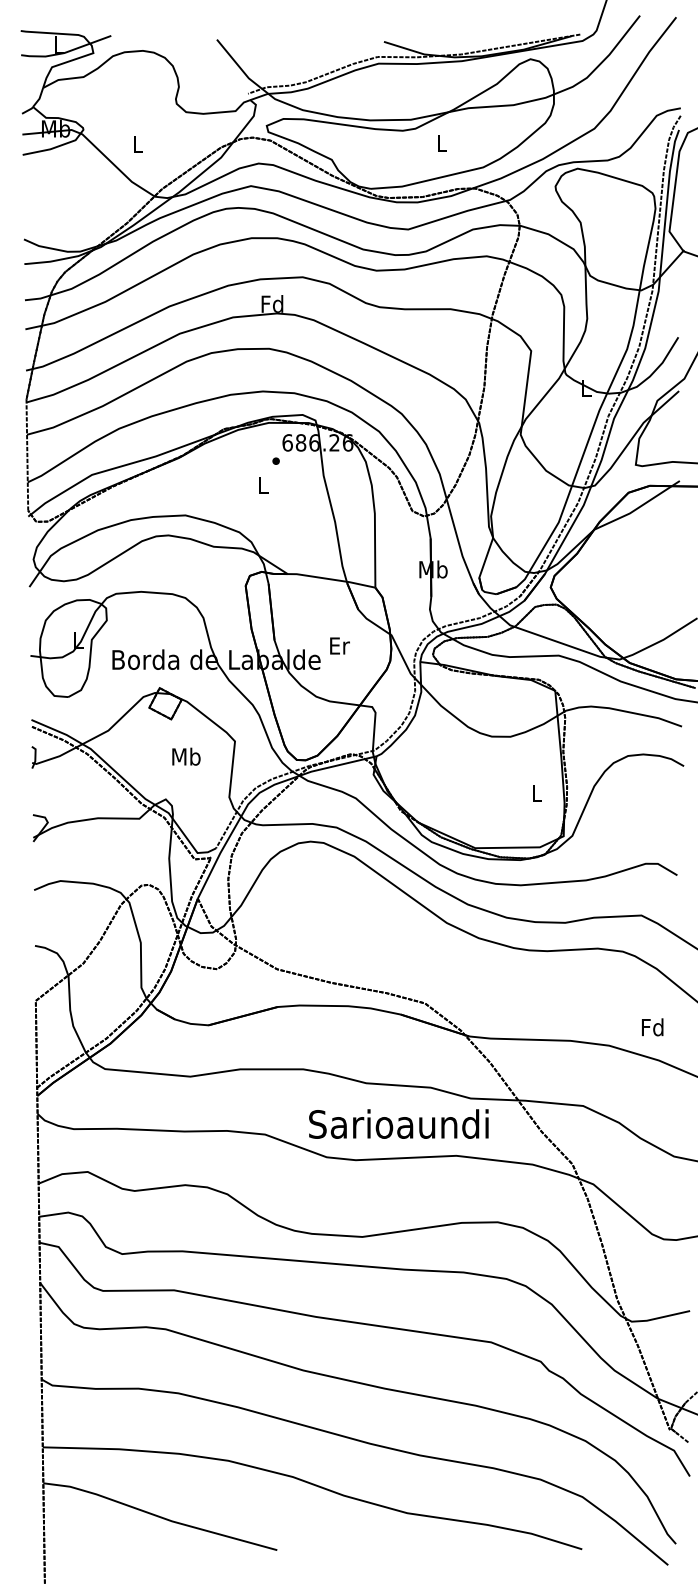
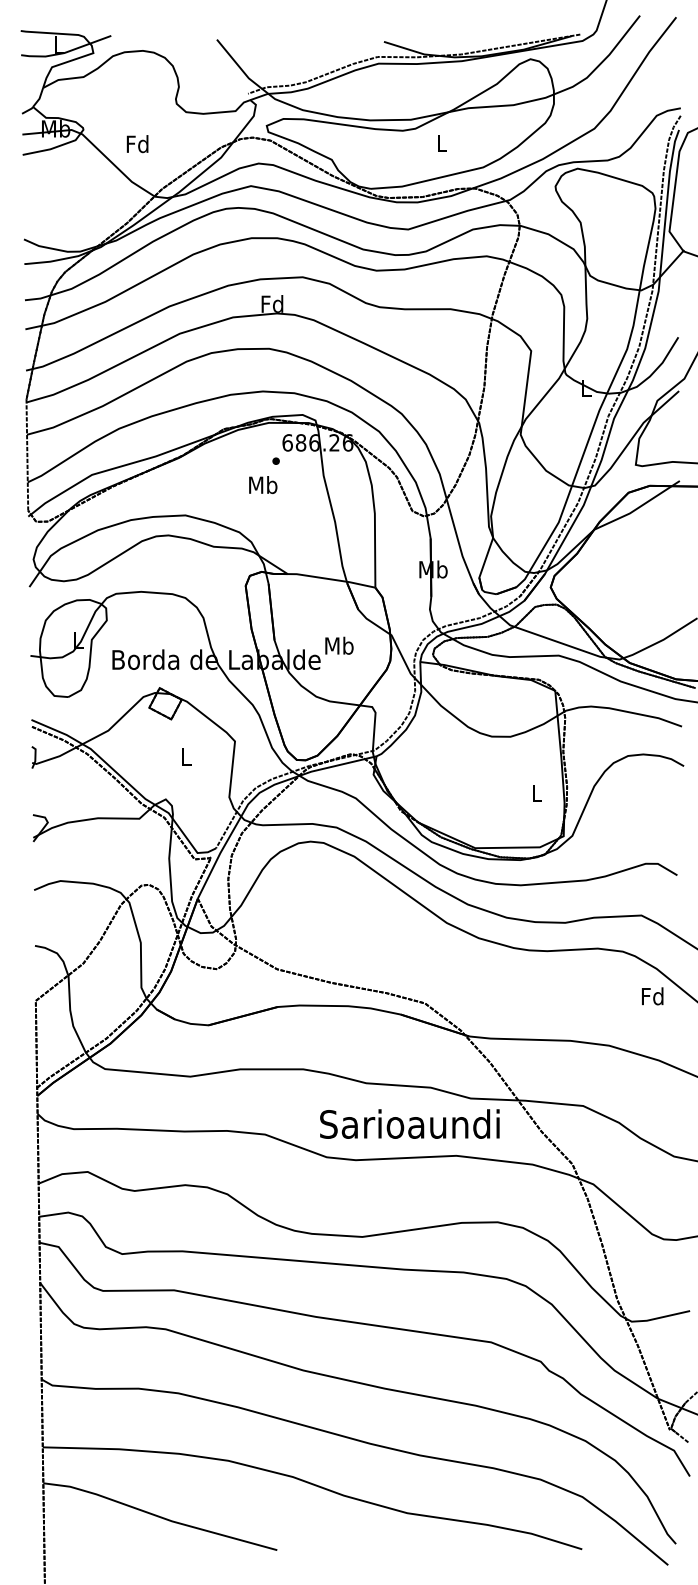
text at (137, 144): L -> Fd
text at (263, 485): L -> Mb
text at (339, 645): Er -> Mb
text at (186, 756): Mb -> L
text at (652, 1027) position: (652, 1027) -> (652, 996)
text at (398, 1123) position: (398, 1123) -> (409, 1123)
